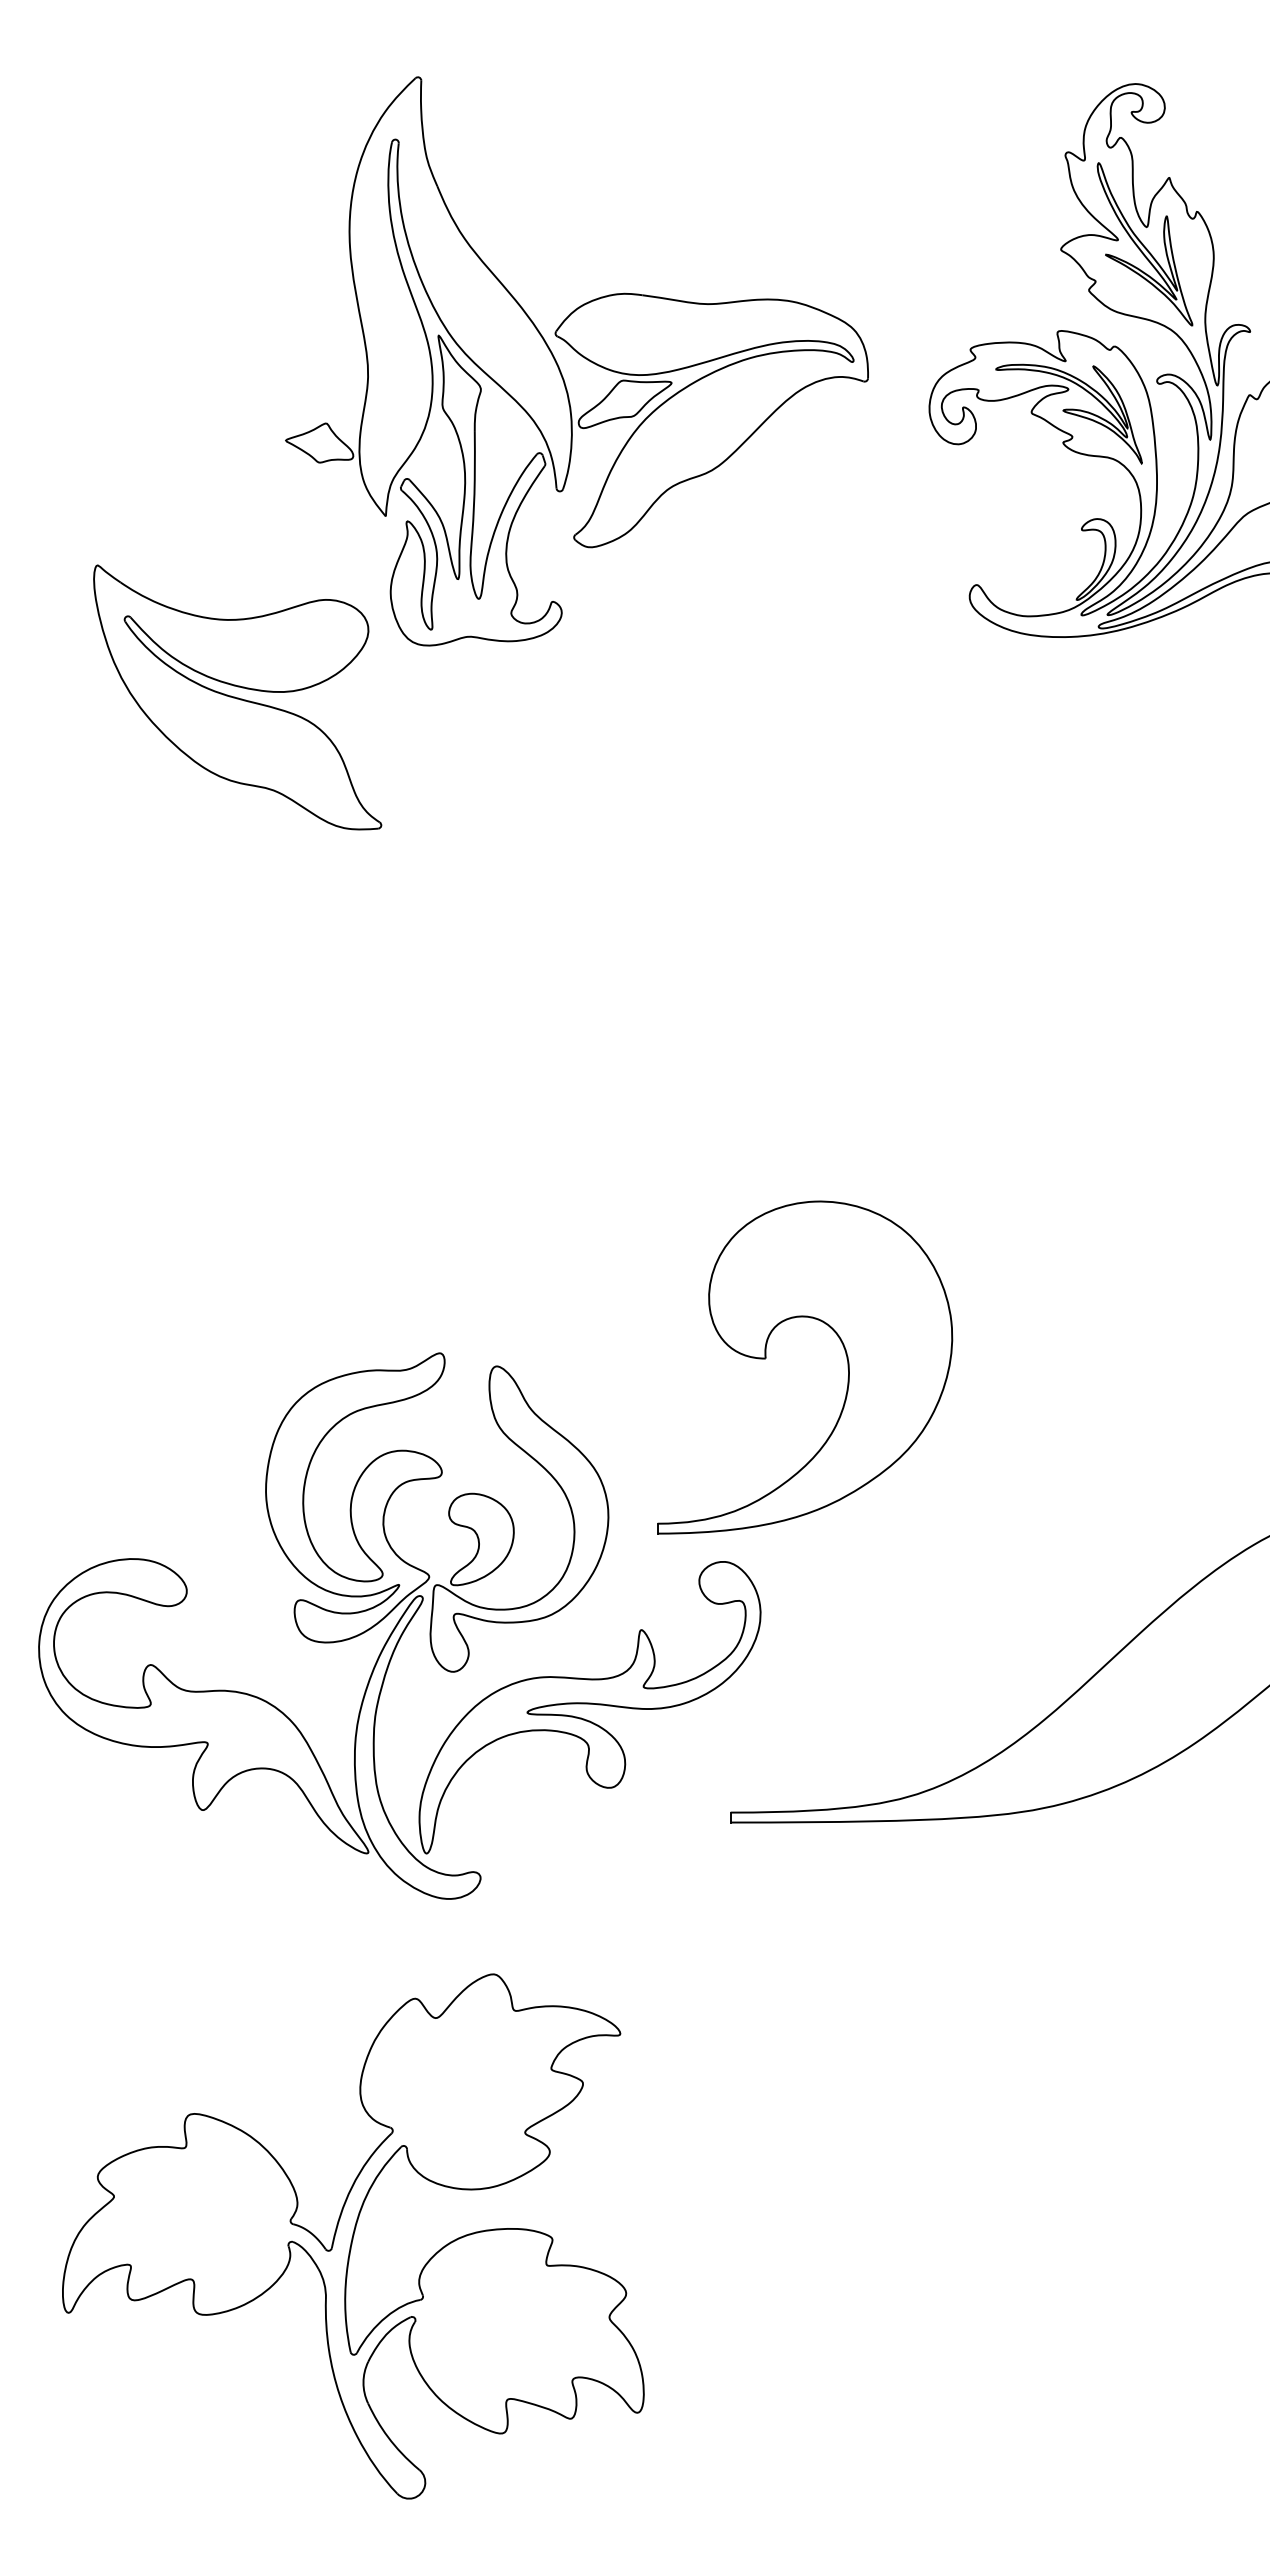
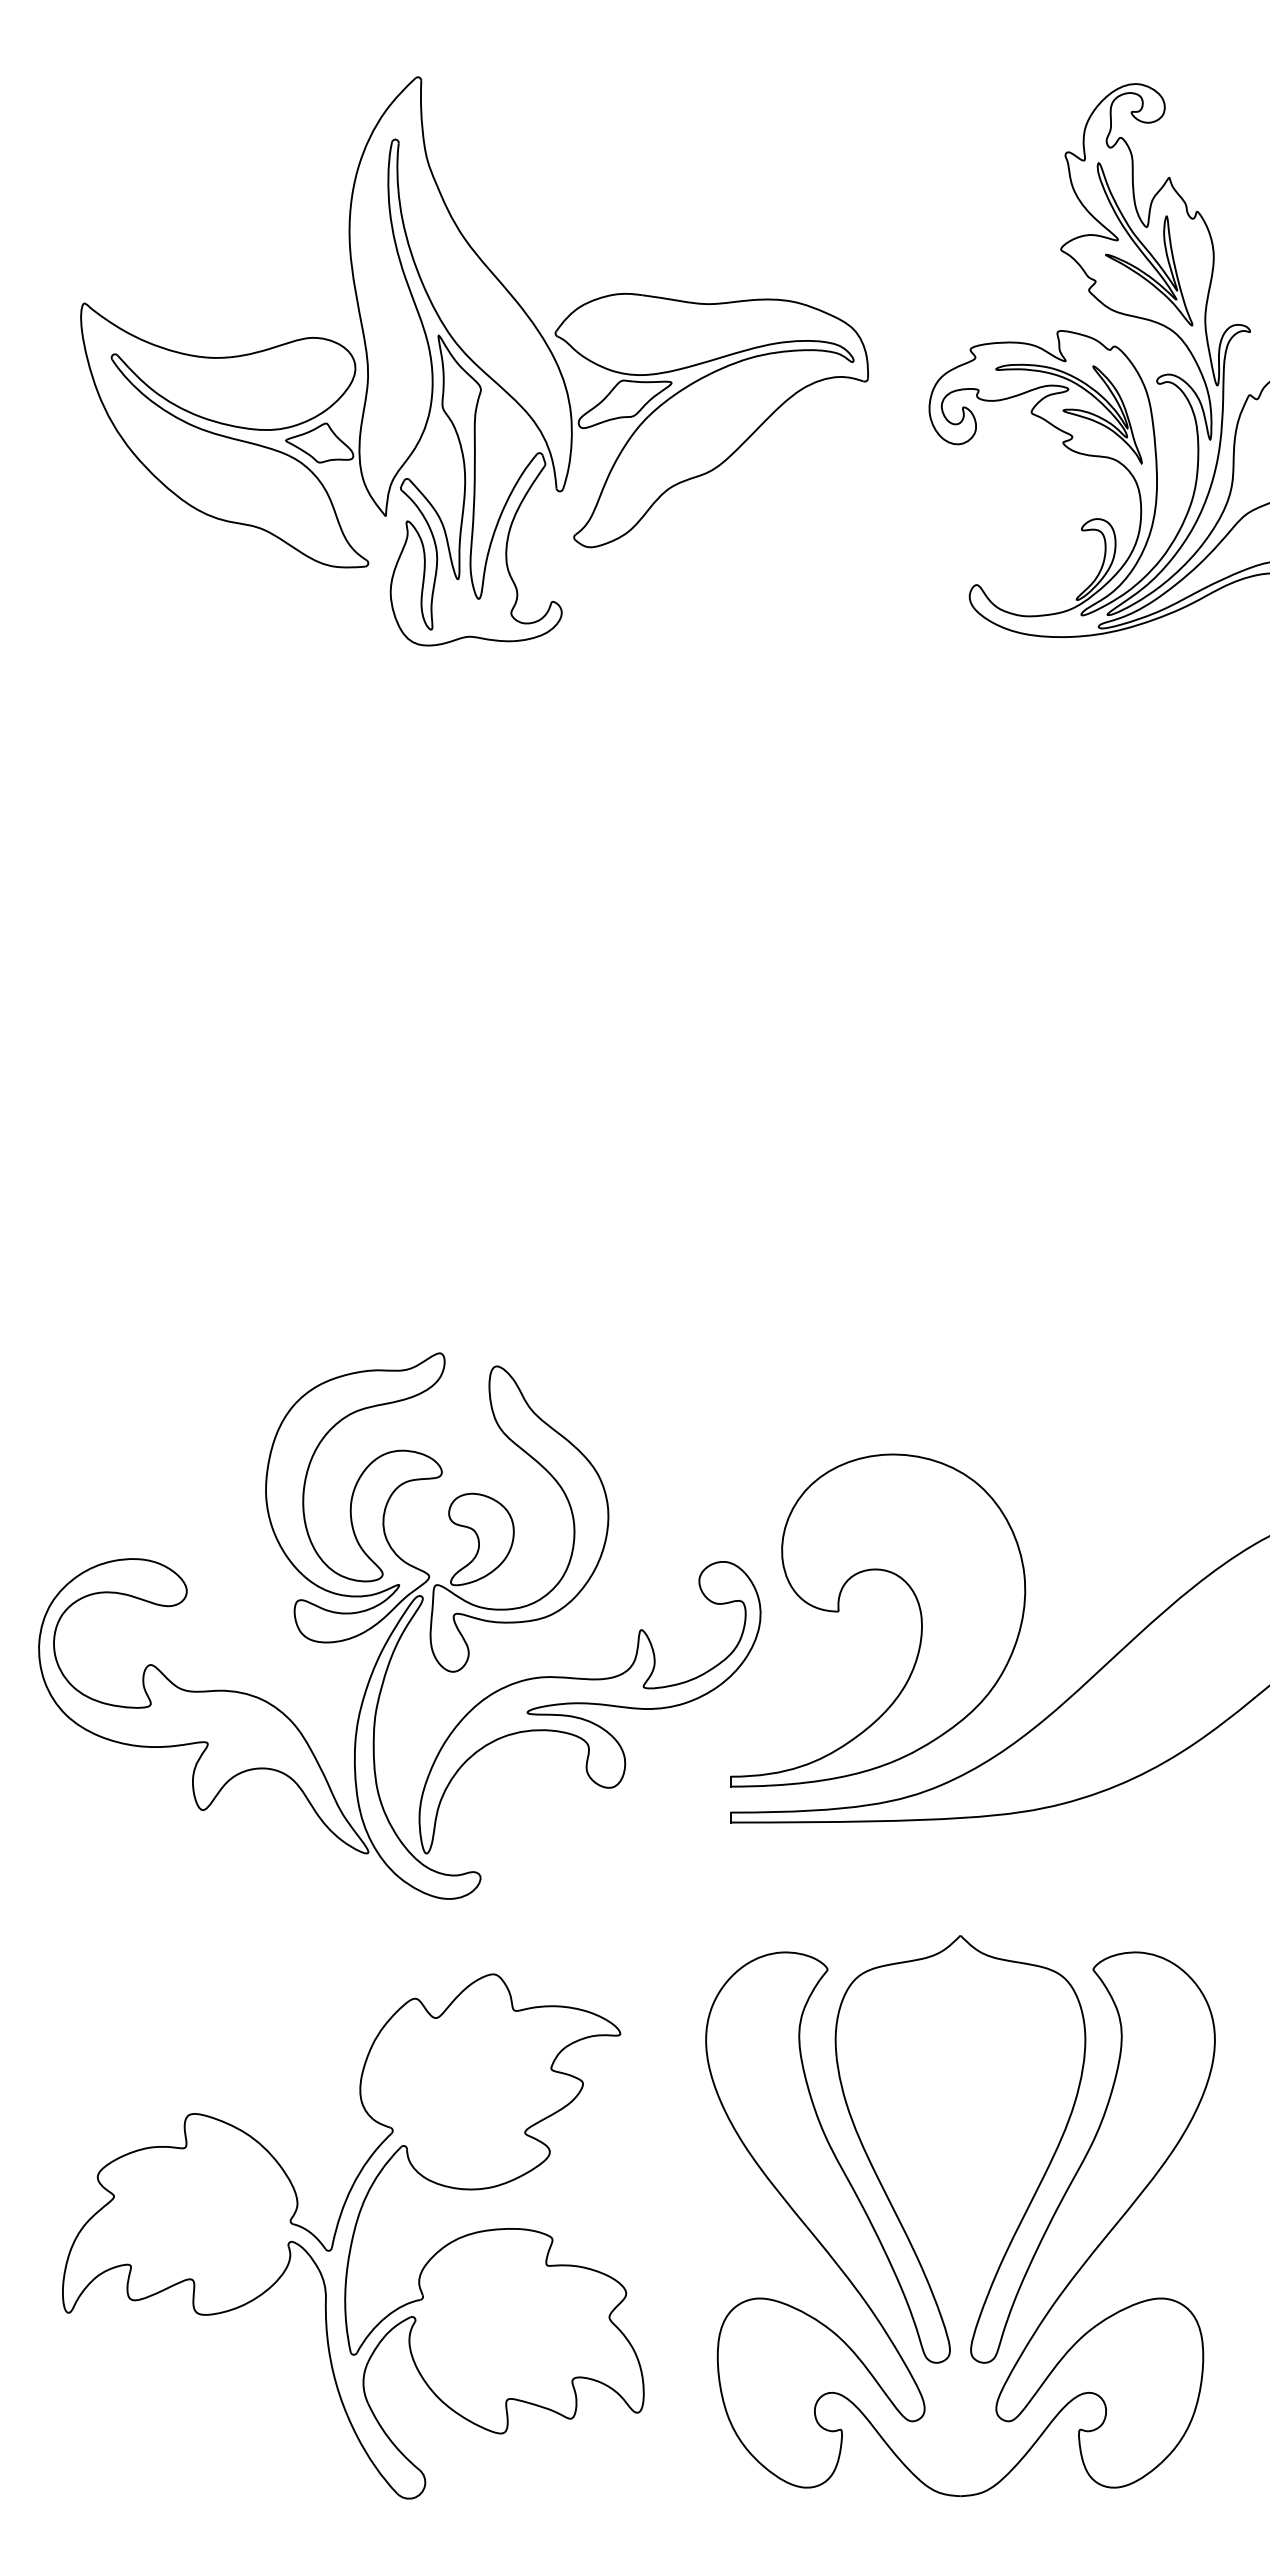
part at (237, 697) position: (237, 697) -> (224, 435)
part at (766, 1358) position: (766, 1358) -> (839, 1611)
part at (960, 2216): none -> present
